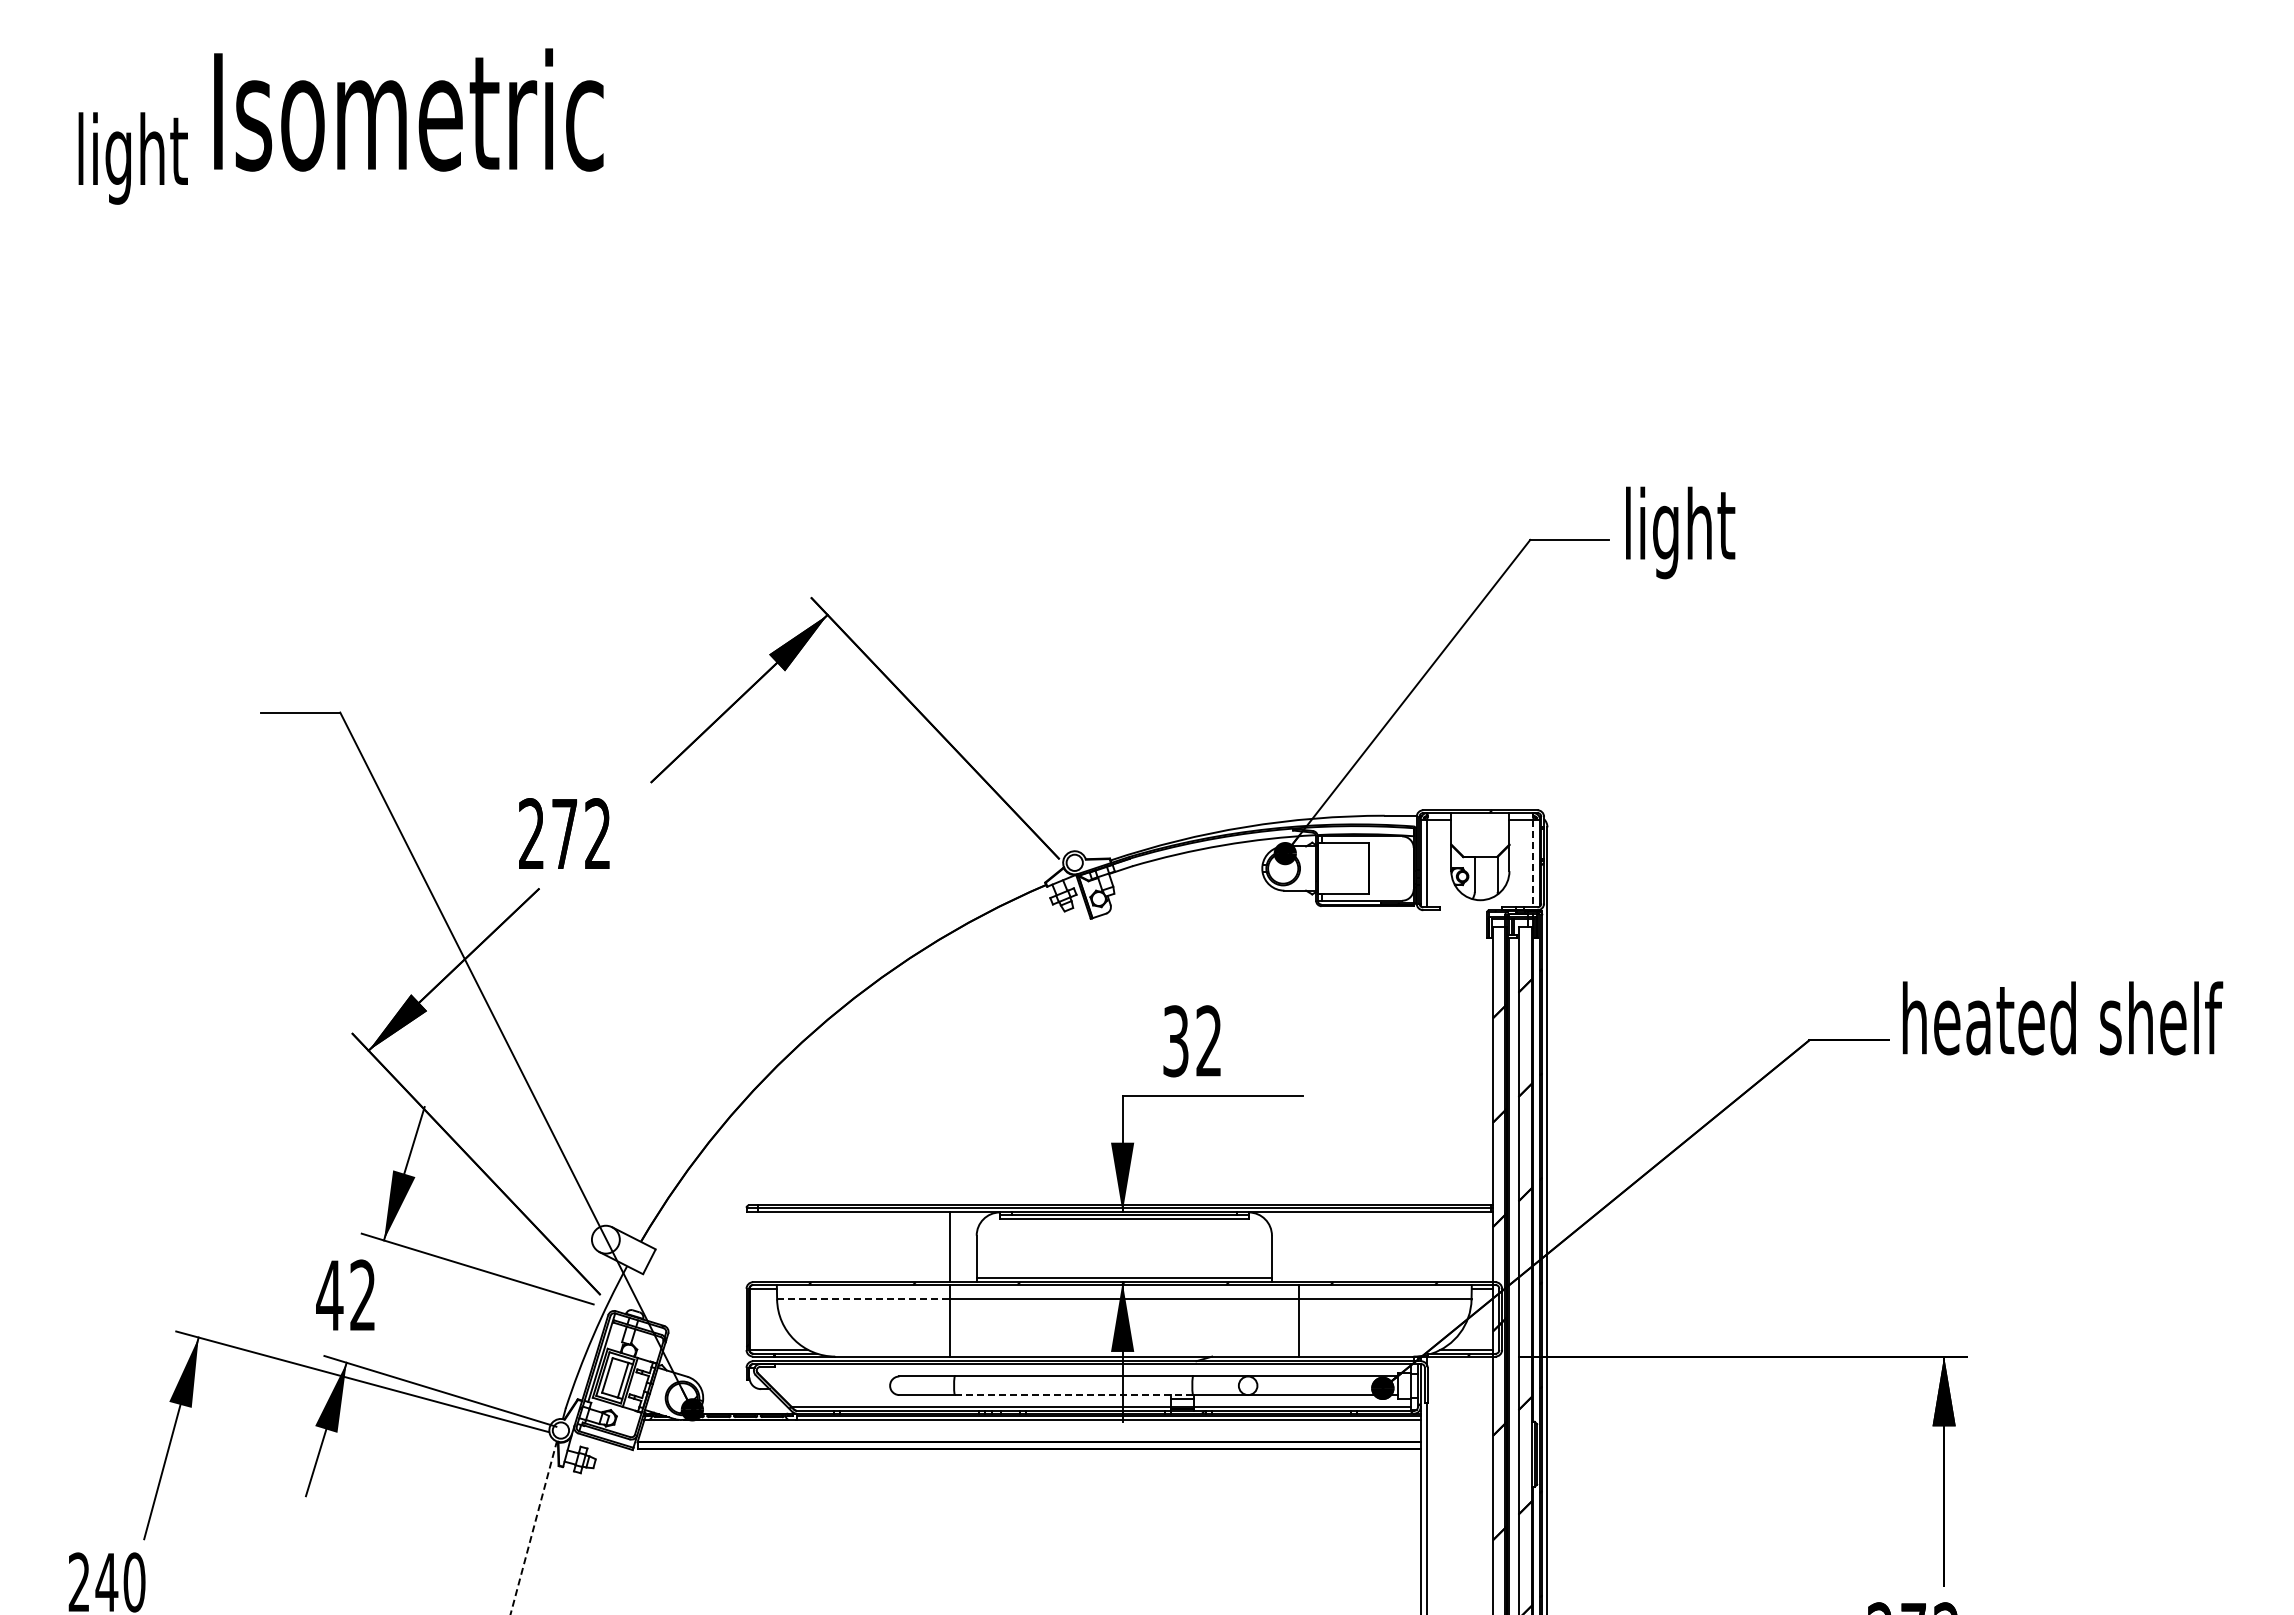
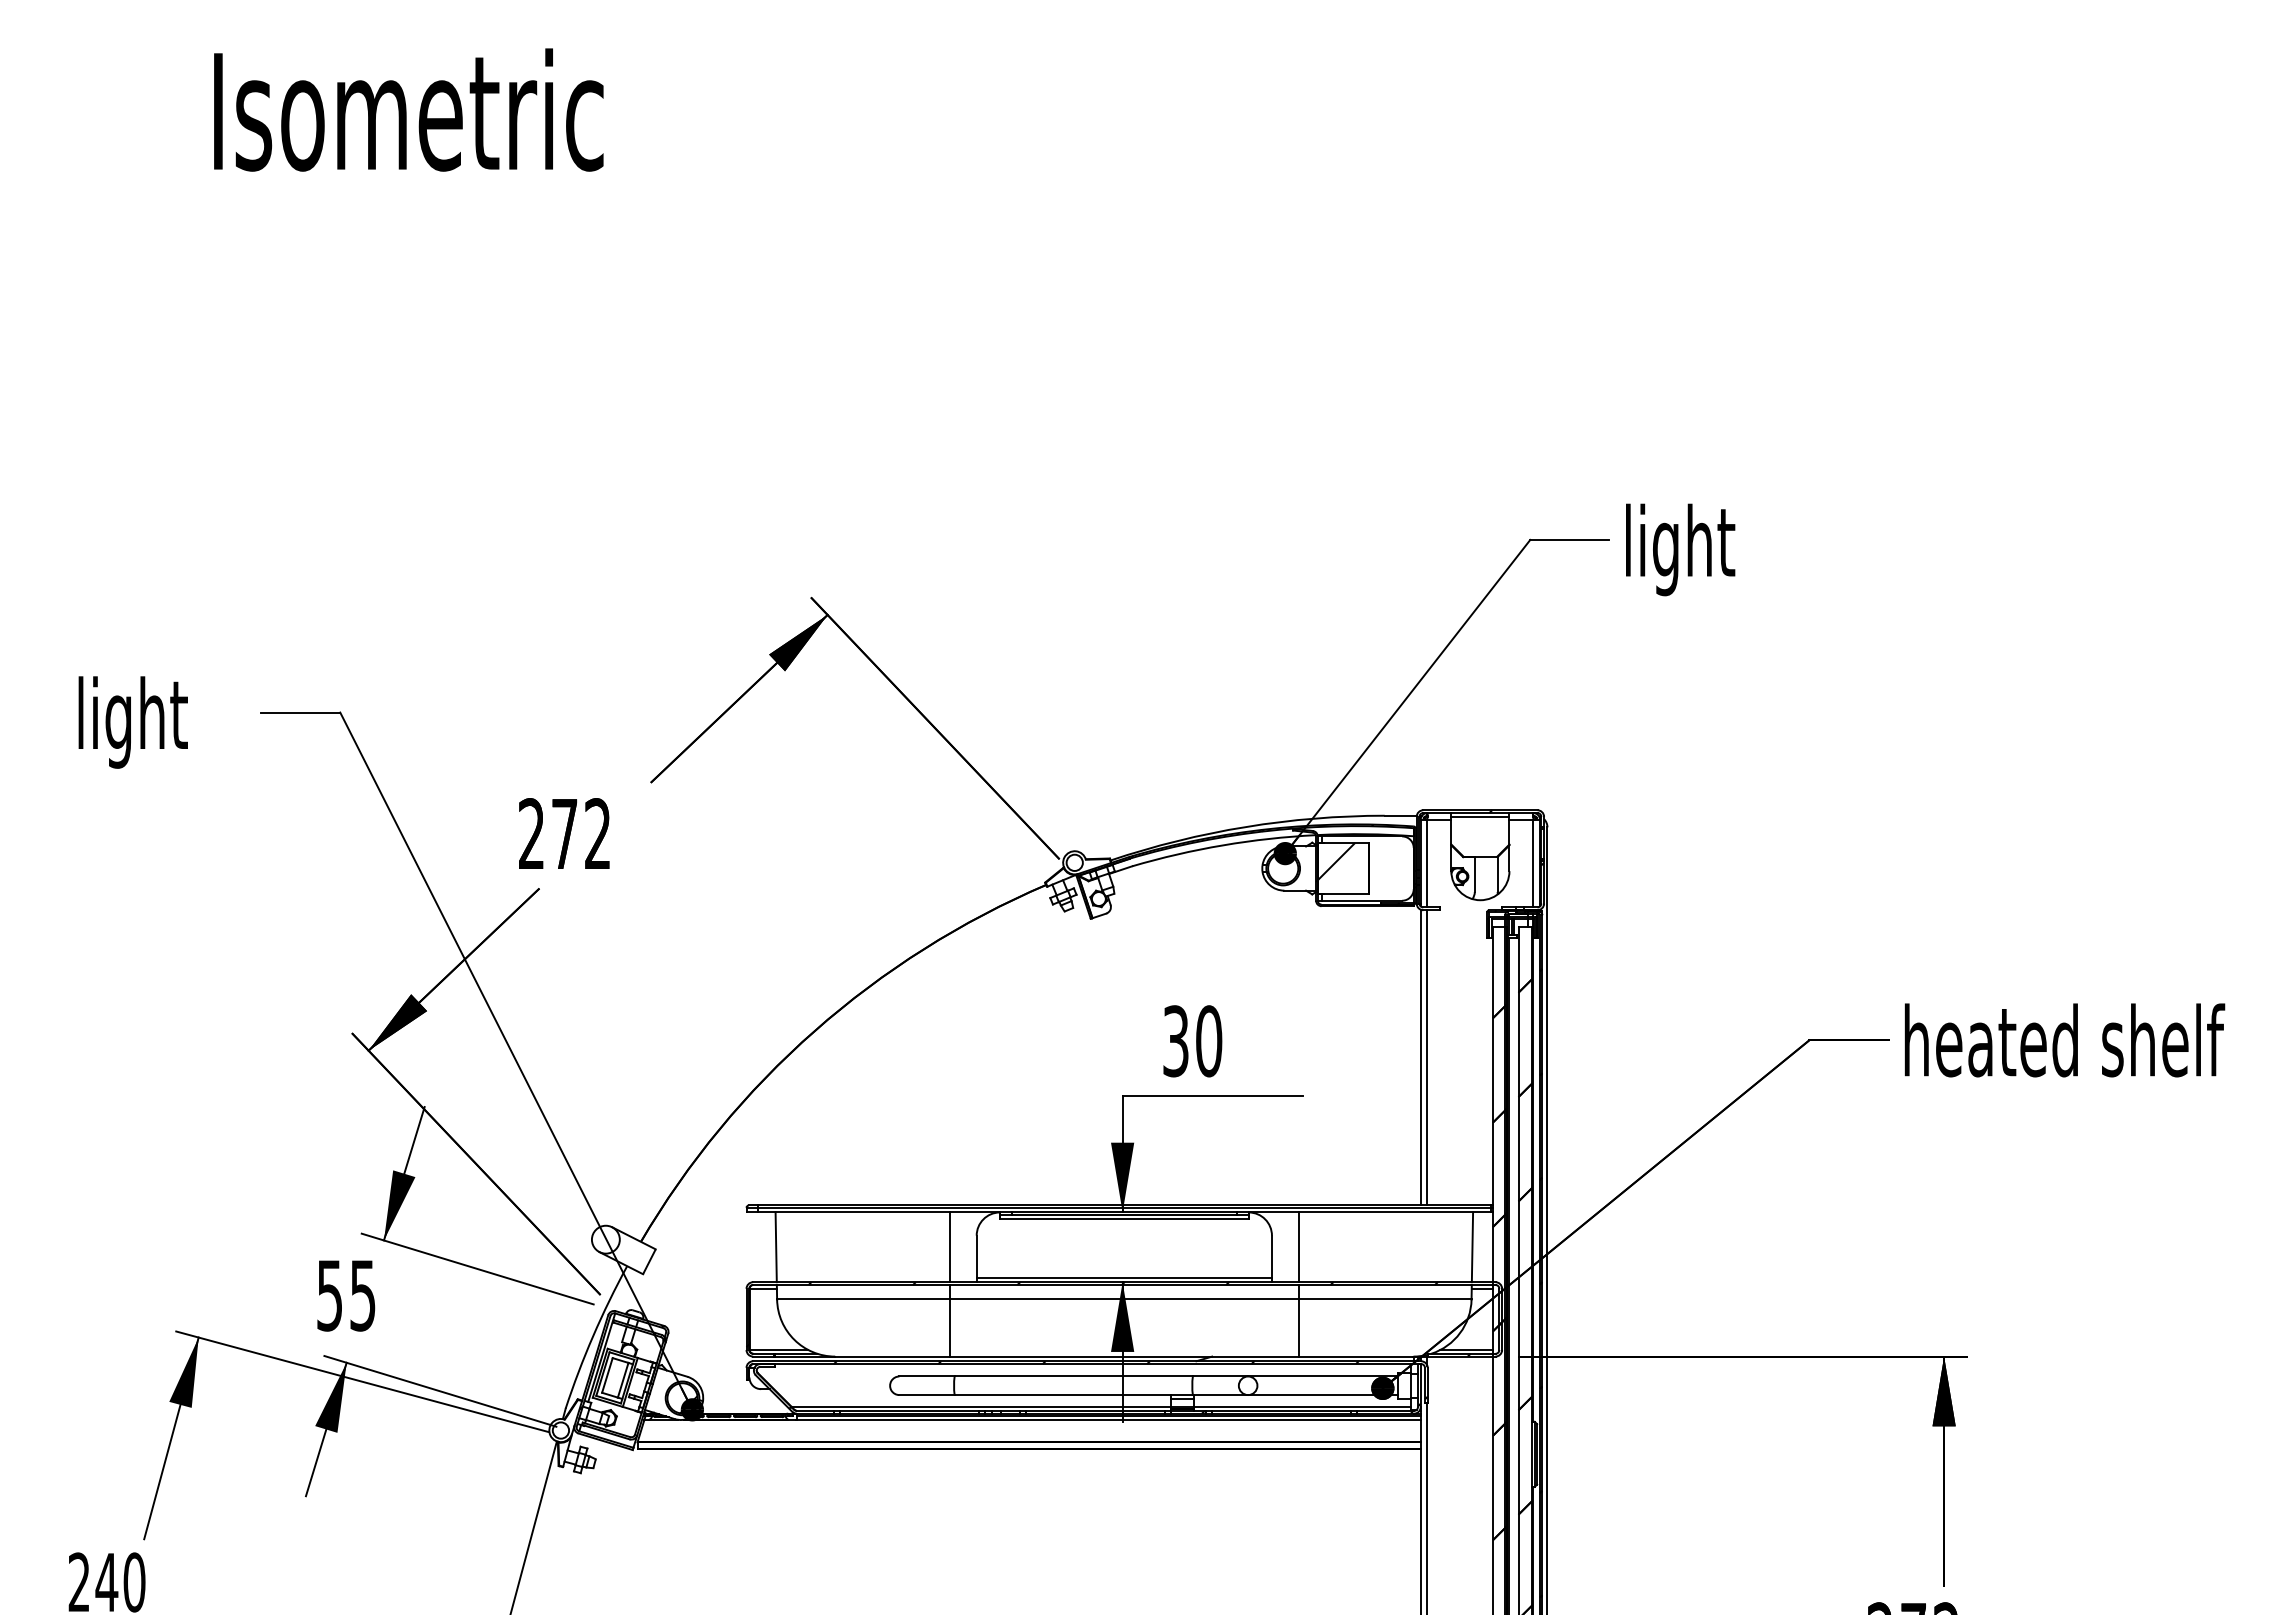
text at (132, 158) position: (132, 158) -> (132, 722)
text at (1680, 532) position: (1680, 532) -> (1680, 549)
line at (1480, 816): none -> present
hatch at (1336, 861): none -> present
hatch at (1229, 863): none -> present
line at (1533, 863): dashed -> solid
text at (2062, 1018) position: (2062, 1018) -> (2064, 1040)
text at (1209, 1041): 32 -> 30
line at (1420, 1057): none -> present
line at (1427, 1057): none -> present
line at (775, 1247): none -> present
line at (1298, 1247): none -> present
line at (1472, 1247): none -> present
text at (345, 1295): 42 -> 55
line at (864, 1299): dashed -> solid
hatch at (1130, 1380): none -> present
line at (1074, 1395): dashed -> solid
line at (533, 1527): dashed -> solid
